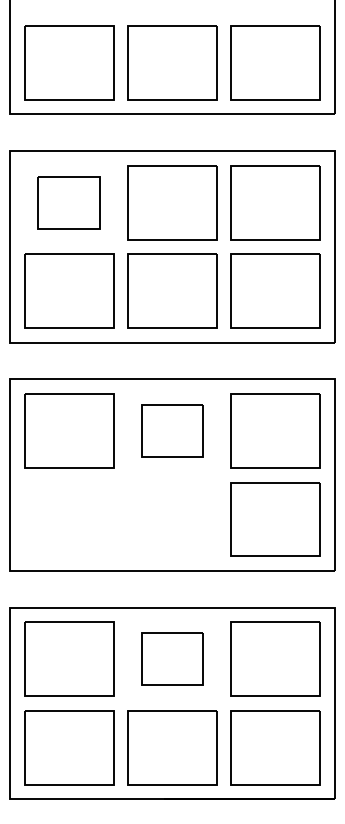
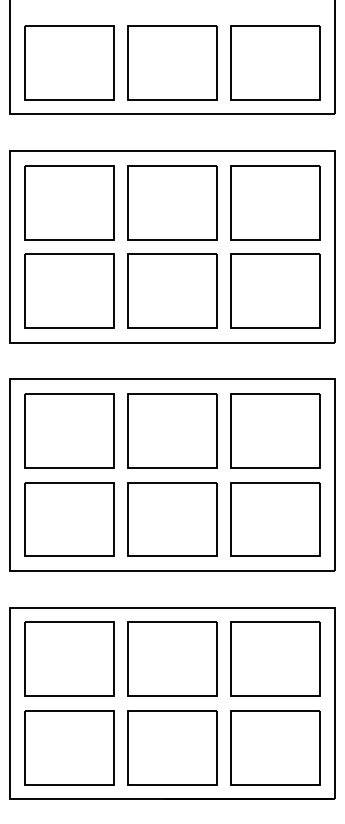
part at (68, 202) size: 64x54 px -> 91x76 px
part at (172, 430) size: 63x54 px -> 91x76 px
part at (69, 519): none -> present
part at (172, 519): none -> present
part at (172, 658) size: 63x54 px -> 91x76 px
